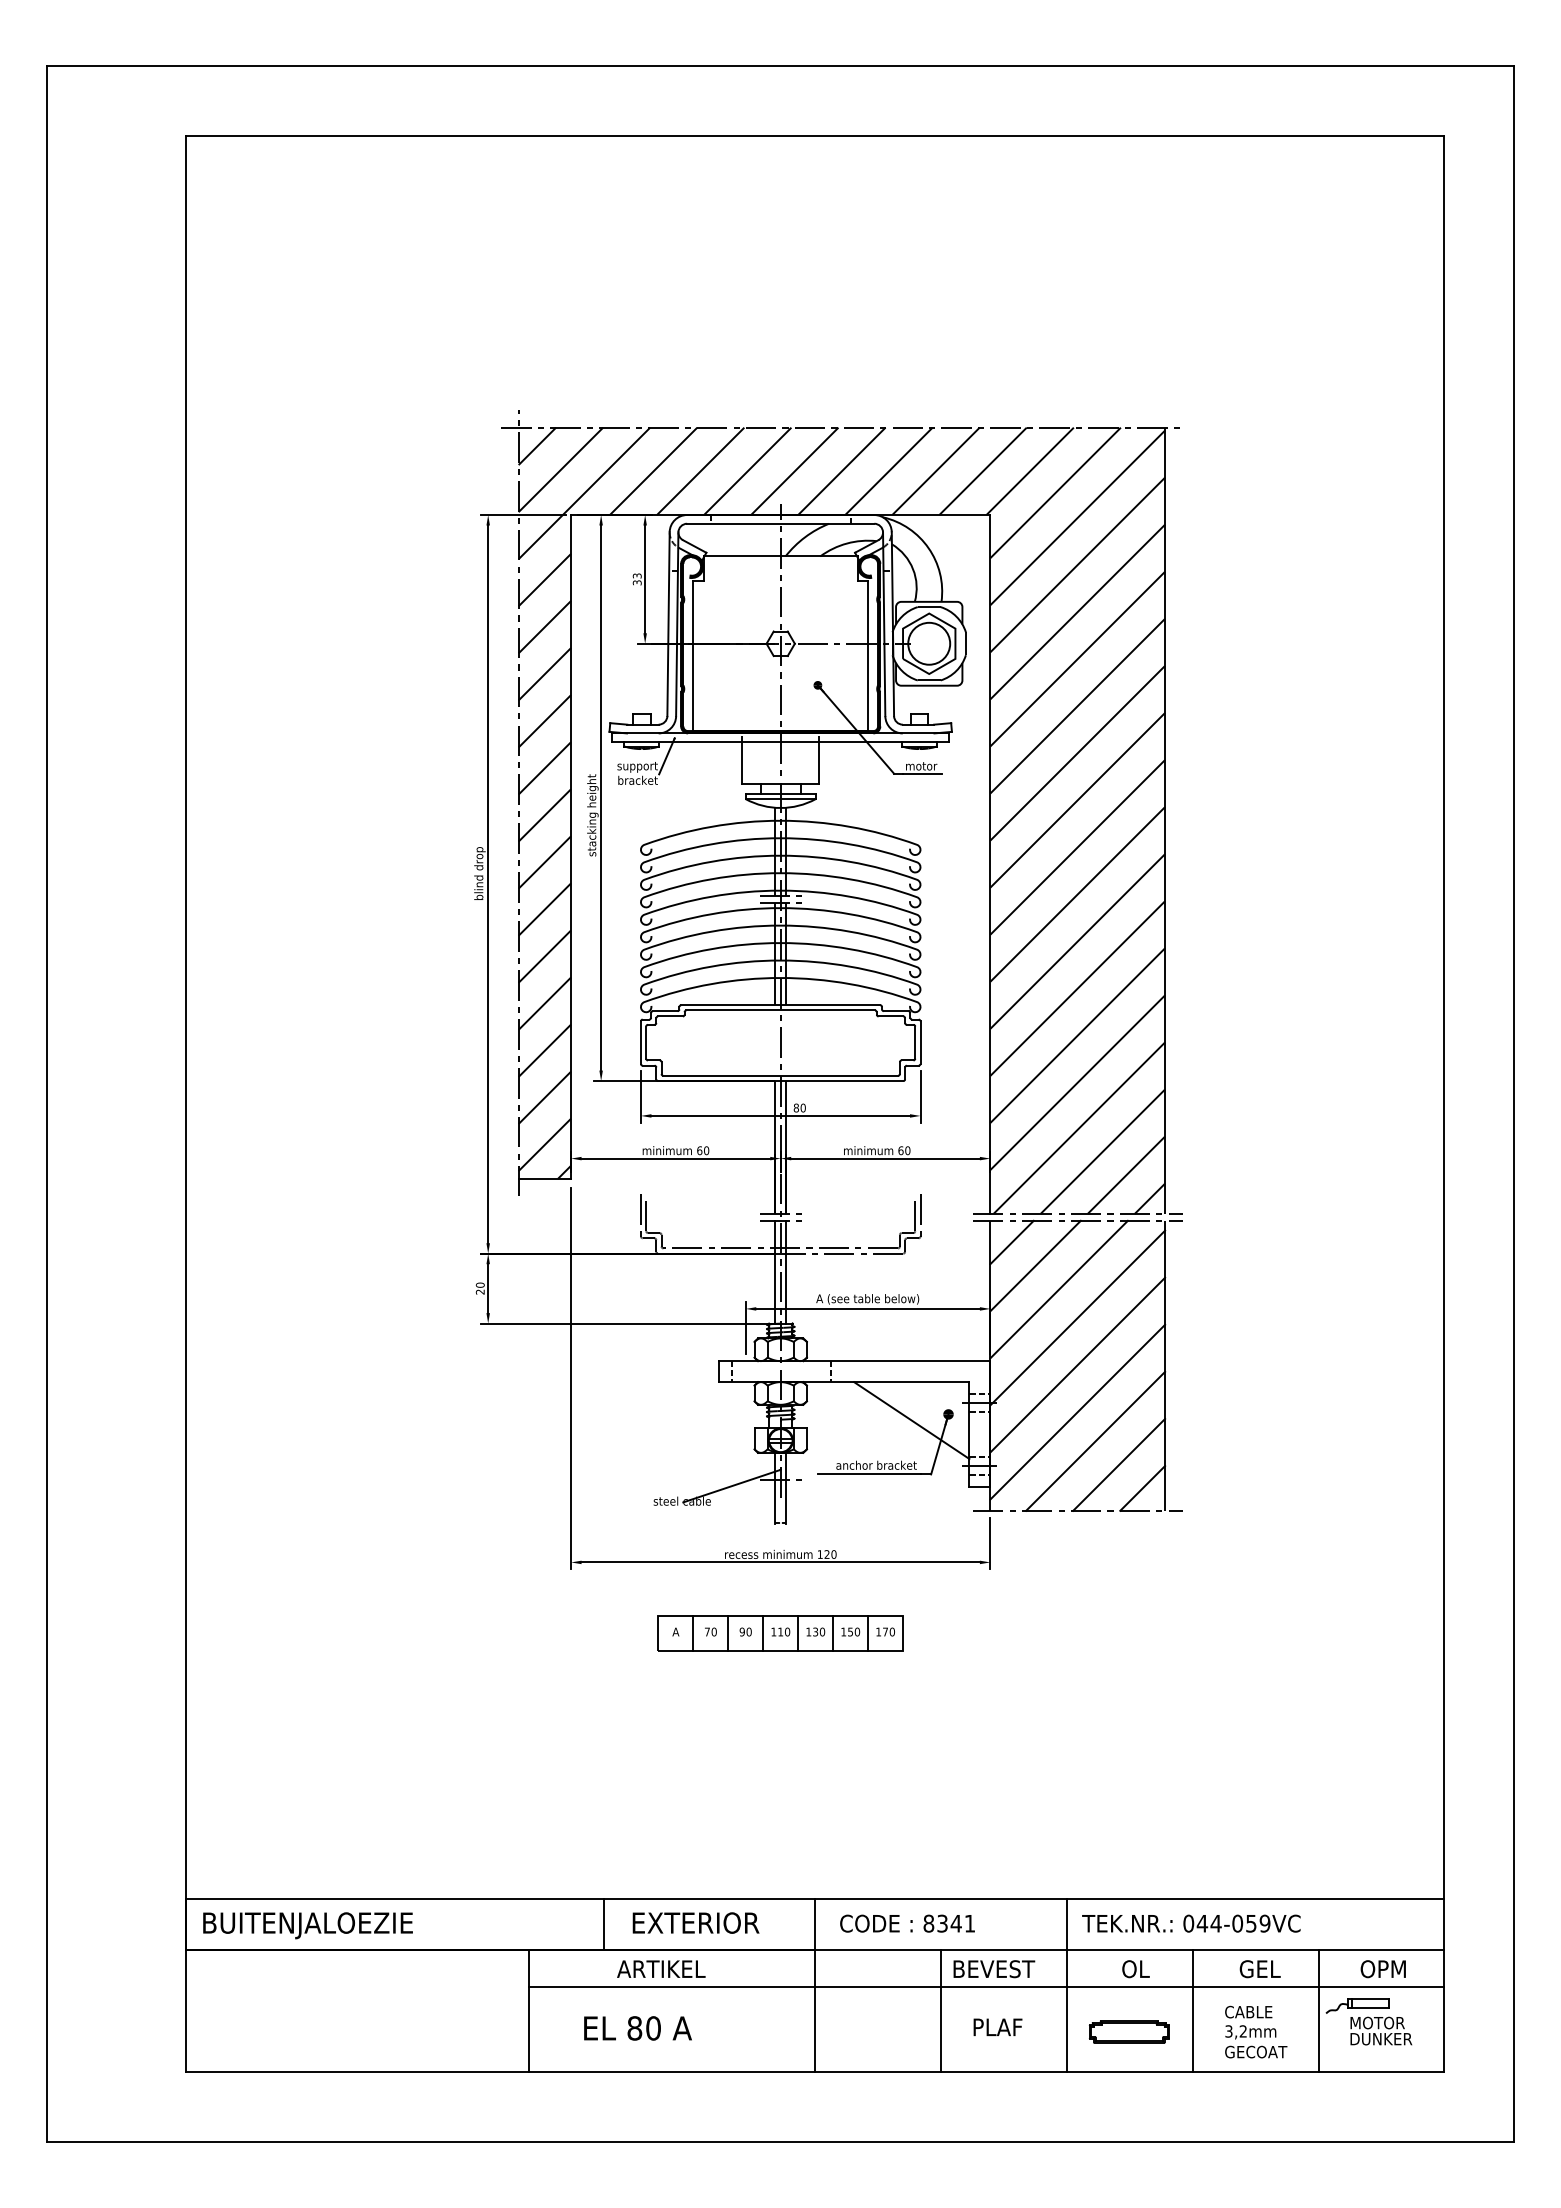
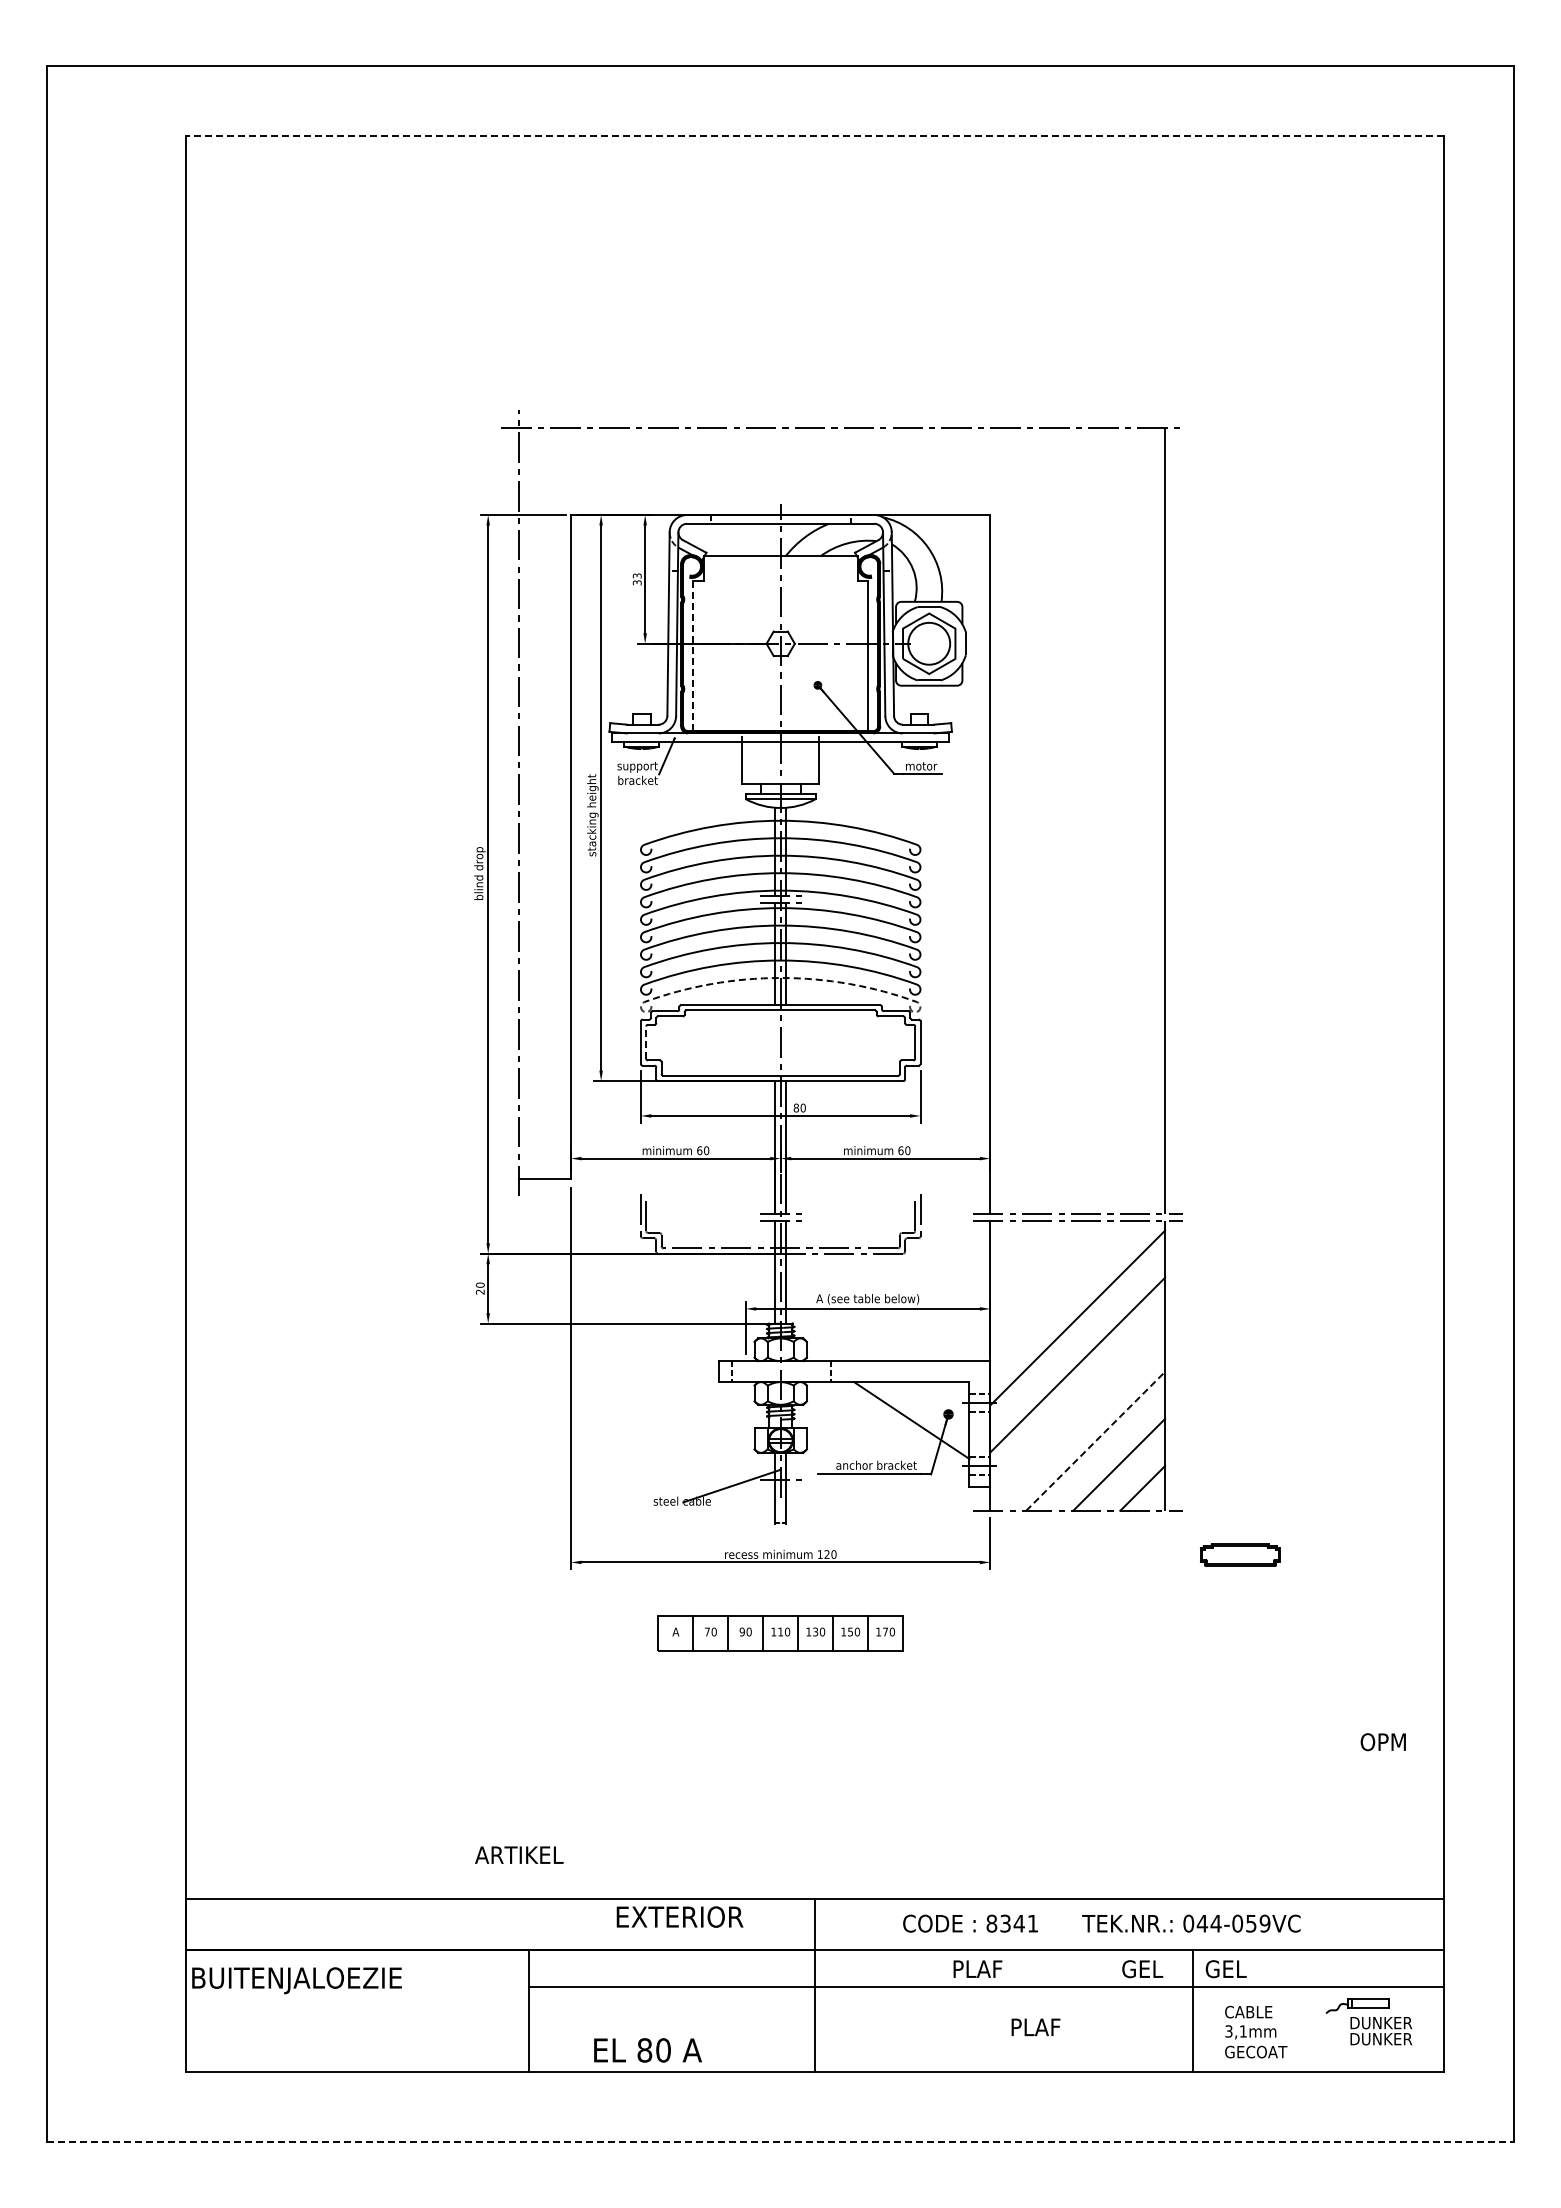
line at (815, 136): solid -> dashed
line at (693, 656): solid -> dashed
hatch at (841, 820): present -> none
line at (780, 978): solid -> dashed
line at (646, 1042): solid -> dashed
line at (1011, 1242): present -> none
line at (1035, 1265): present -> none
line at (1058, 1289): present -> none
line at (1077, 1411): present -> none
line at (1095, 1441): solid -> dashed
text at (695, 1922) position: (695, 1922) -> (679, 1916)
line at (603, 1923): present -> none
text at (907, 1923) position: (907, 1923) -> (970, 1923)
text at (307, 1925) position: (307, 1925) -> (296, 1980)
text at (661, 1968) position: (661, 1968) -> (519, 1854)
text at (995, 1969): BEVEST -> PLAF
text at (1145, 1969): OL -> GEL
text at (1259, 1969) position: (1259, 1969) -> (1225, 1969)
text at (1382, 1969) position: (1382, 1969) -> (1382, 1742)
line at (1067, 1984): present -> none
line at (941, 2010): present -> none
line at (1318, 2010): present -> none
text at (1382, 2022): MOTOR -> DUNKER
text at (997, 2026) position: (997, 2026) -> (1035, 2026)
text at (637, 2028) position: (637, 2028) -> (647, 2050)
part at (1129, 2031) position: (1129, 2031) -> (1240, 1554)
text at (1242, 2031): 3,2mm -> 3,1mm
line at (780, 2141): solid -> dashed
